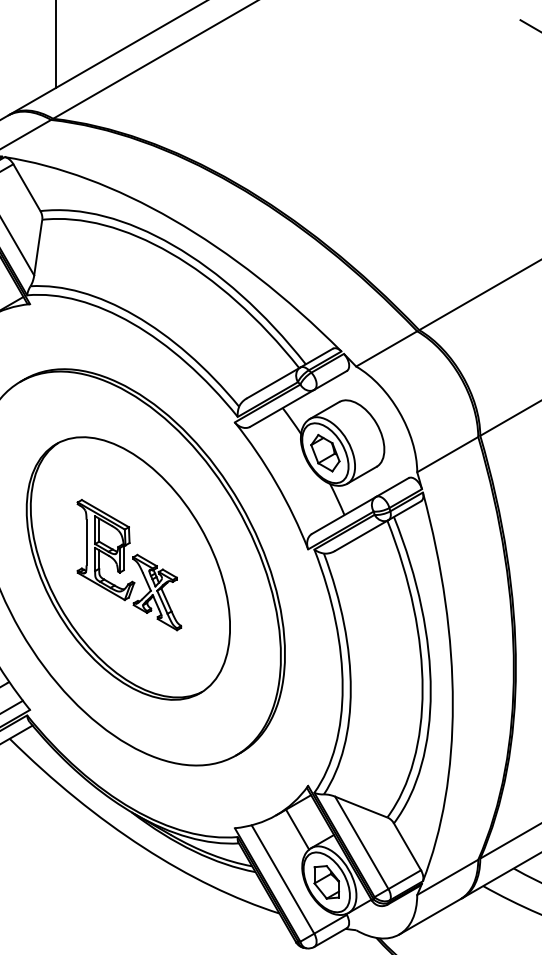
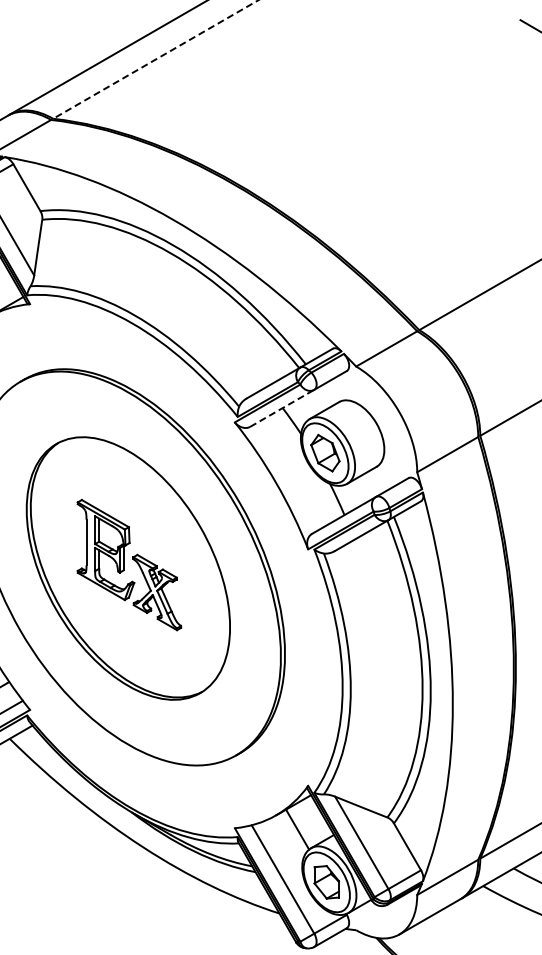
line at (56, 44): present -> none
line at (155, 59): solid -> dashed
line at (282, 408): solid -> dashed
